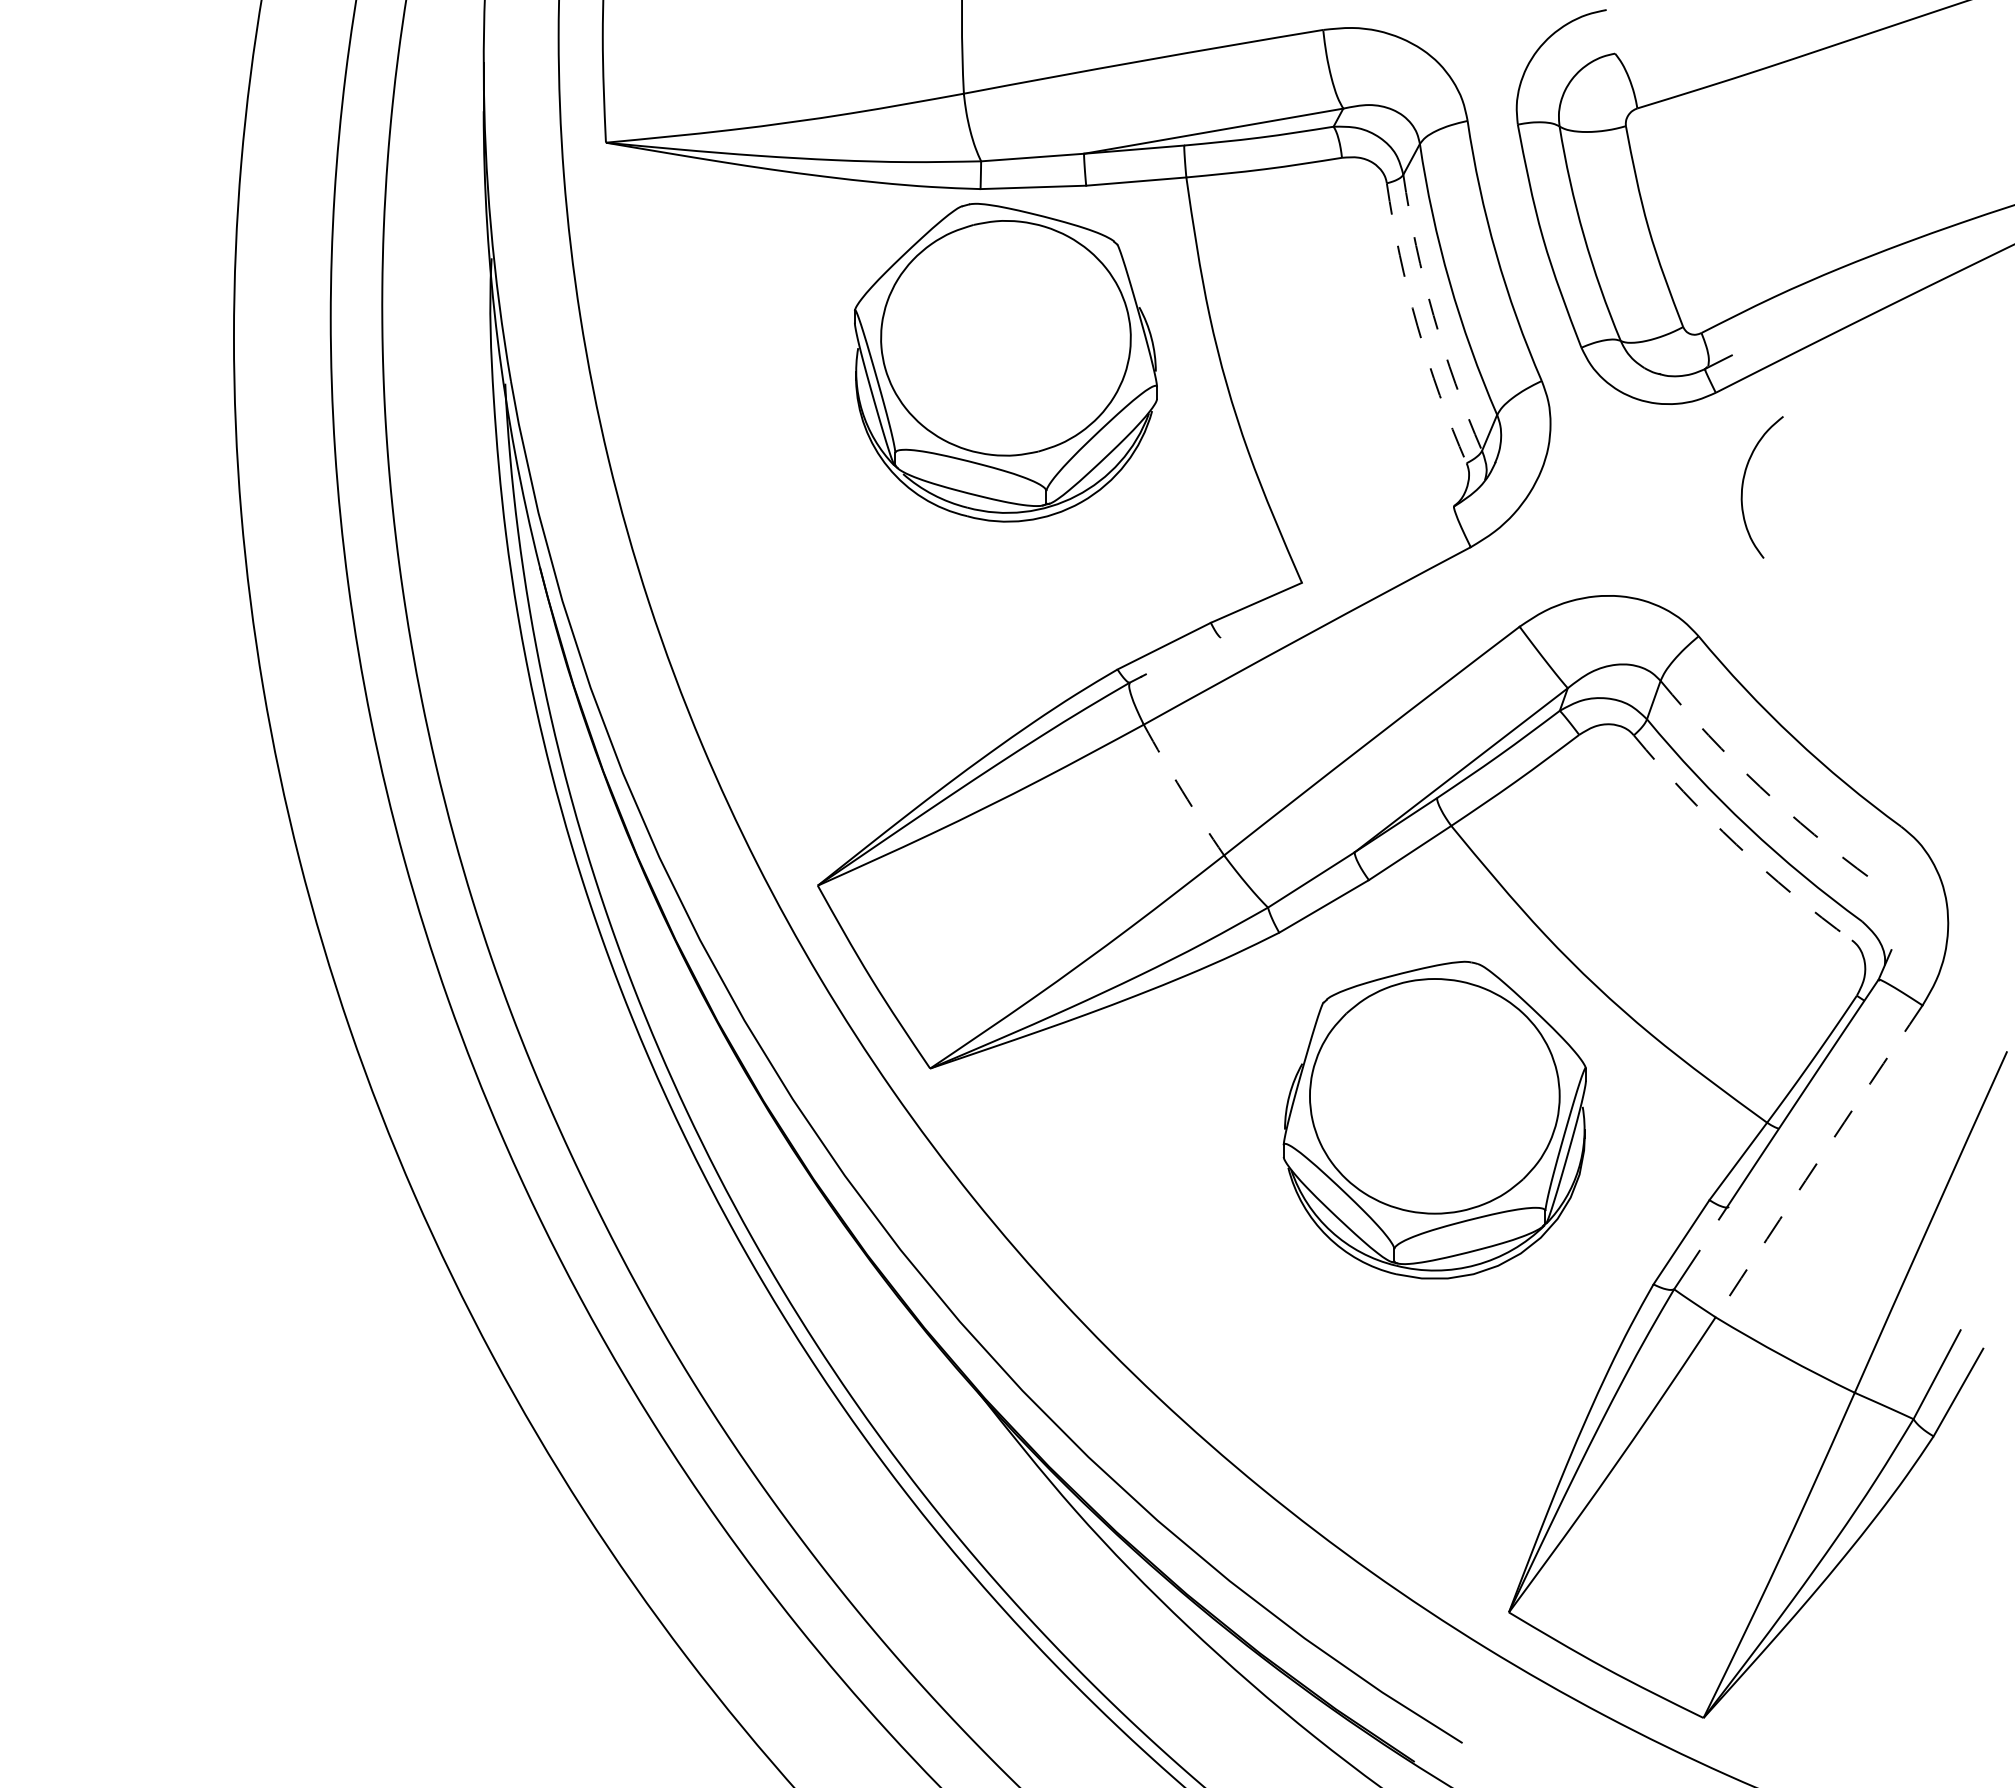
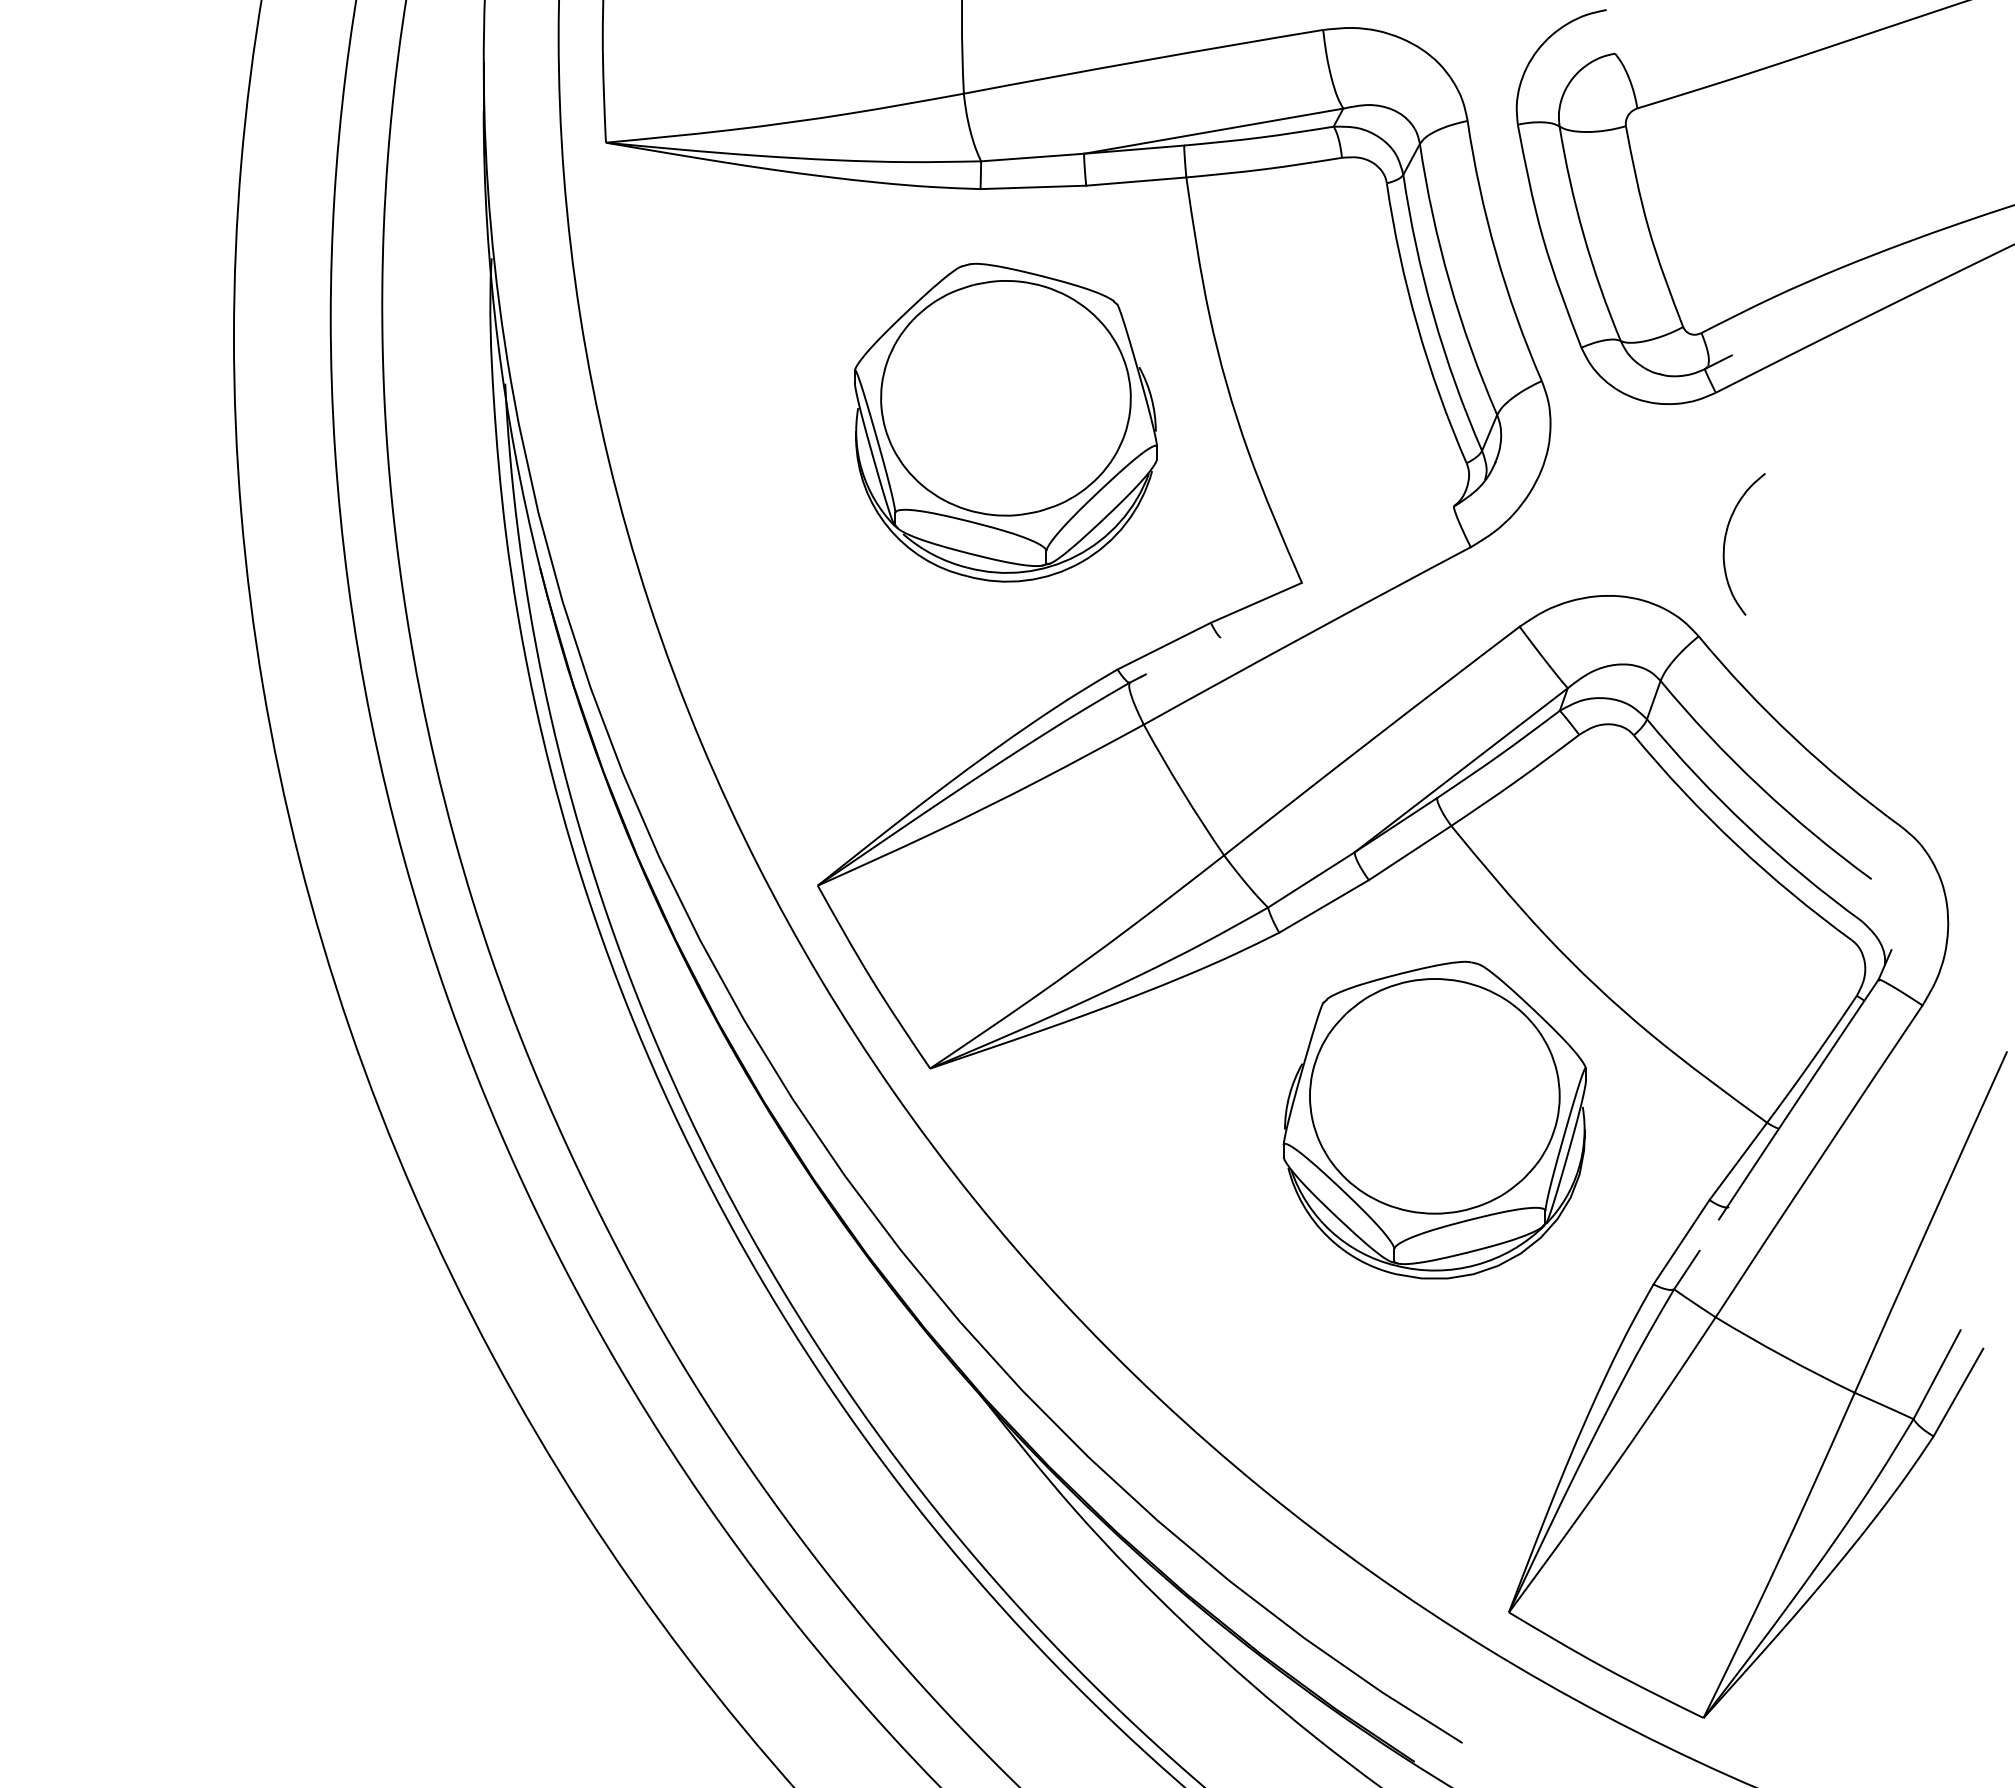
arc at (1433, 315): dashed -> solid
arc at (1417, 325): dashed -> solid
part at (1005, 362) position: (1005, 362) -> (1005, 422)
curve at (1743, 487) position: (1743, 487) -> (1725, 544)
arc at (1759, 786): dashed -> solid
arc at (1182, 791): dashed -> solid
arc at (1736, 844): dashed -> solid
arc at (1818, 1161): dashed -> solid
